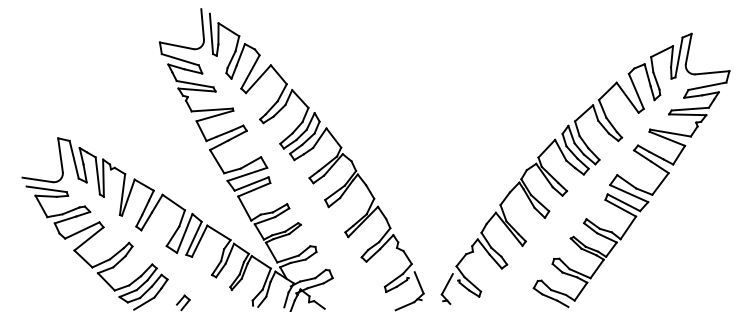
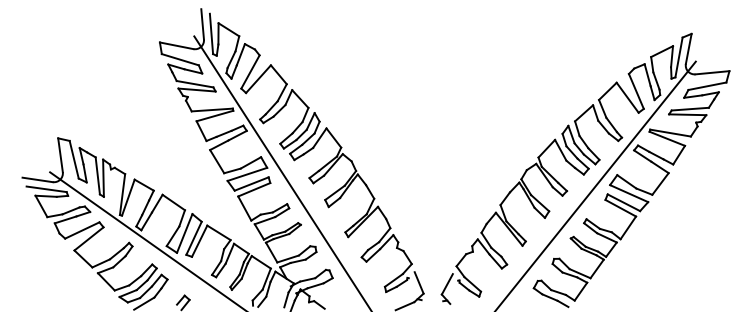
line at (282, 172): none -> present
line at (596, 184): none -> present
line at (146, 240): none -> present
